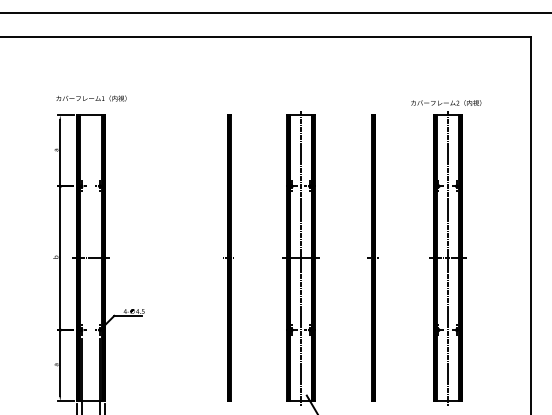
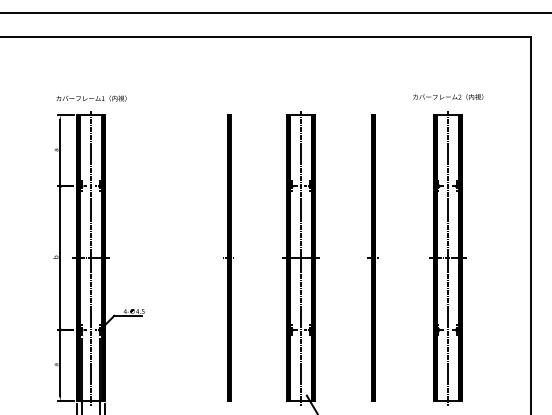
text at (446, 102) position: (446, 102) -> (448, 96)
line at (90, 257): none -> present
